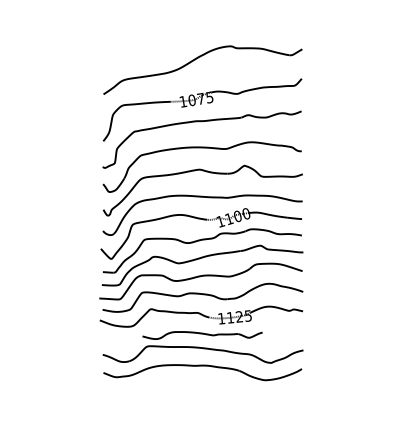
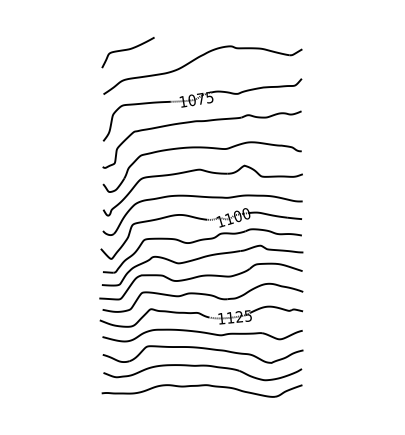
curve at (127, 50): none -> present
part at (202, 335) size: 121x9 px -> 201x15 px
part at (201, 390): none -> present
